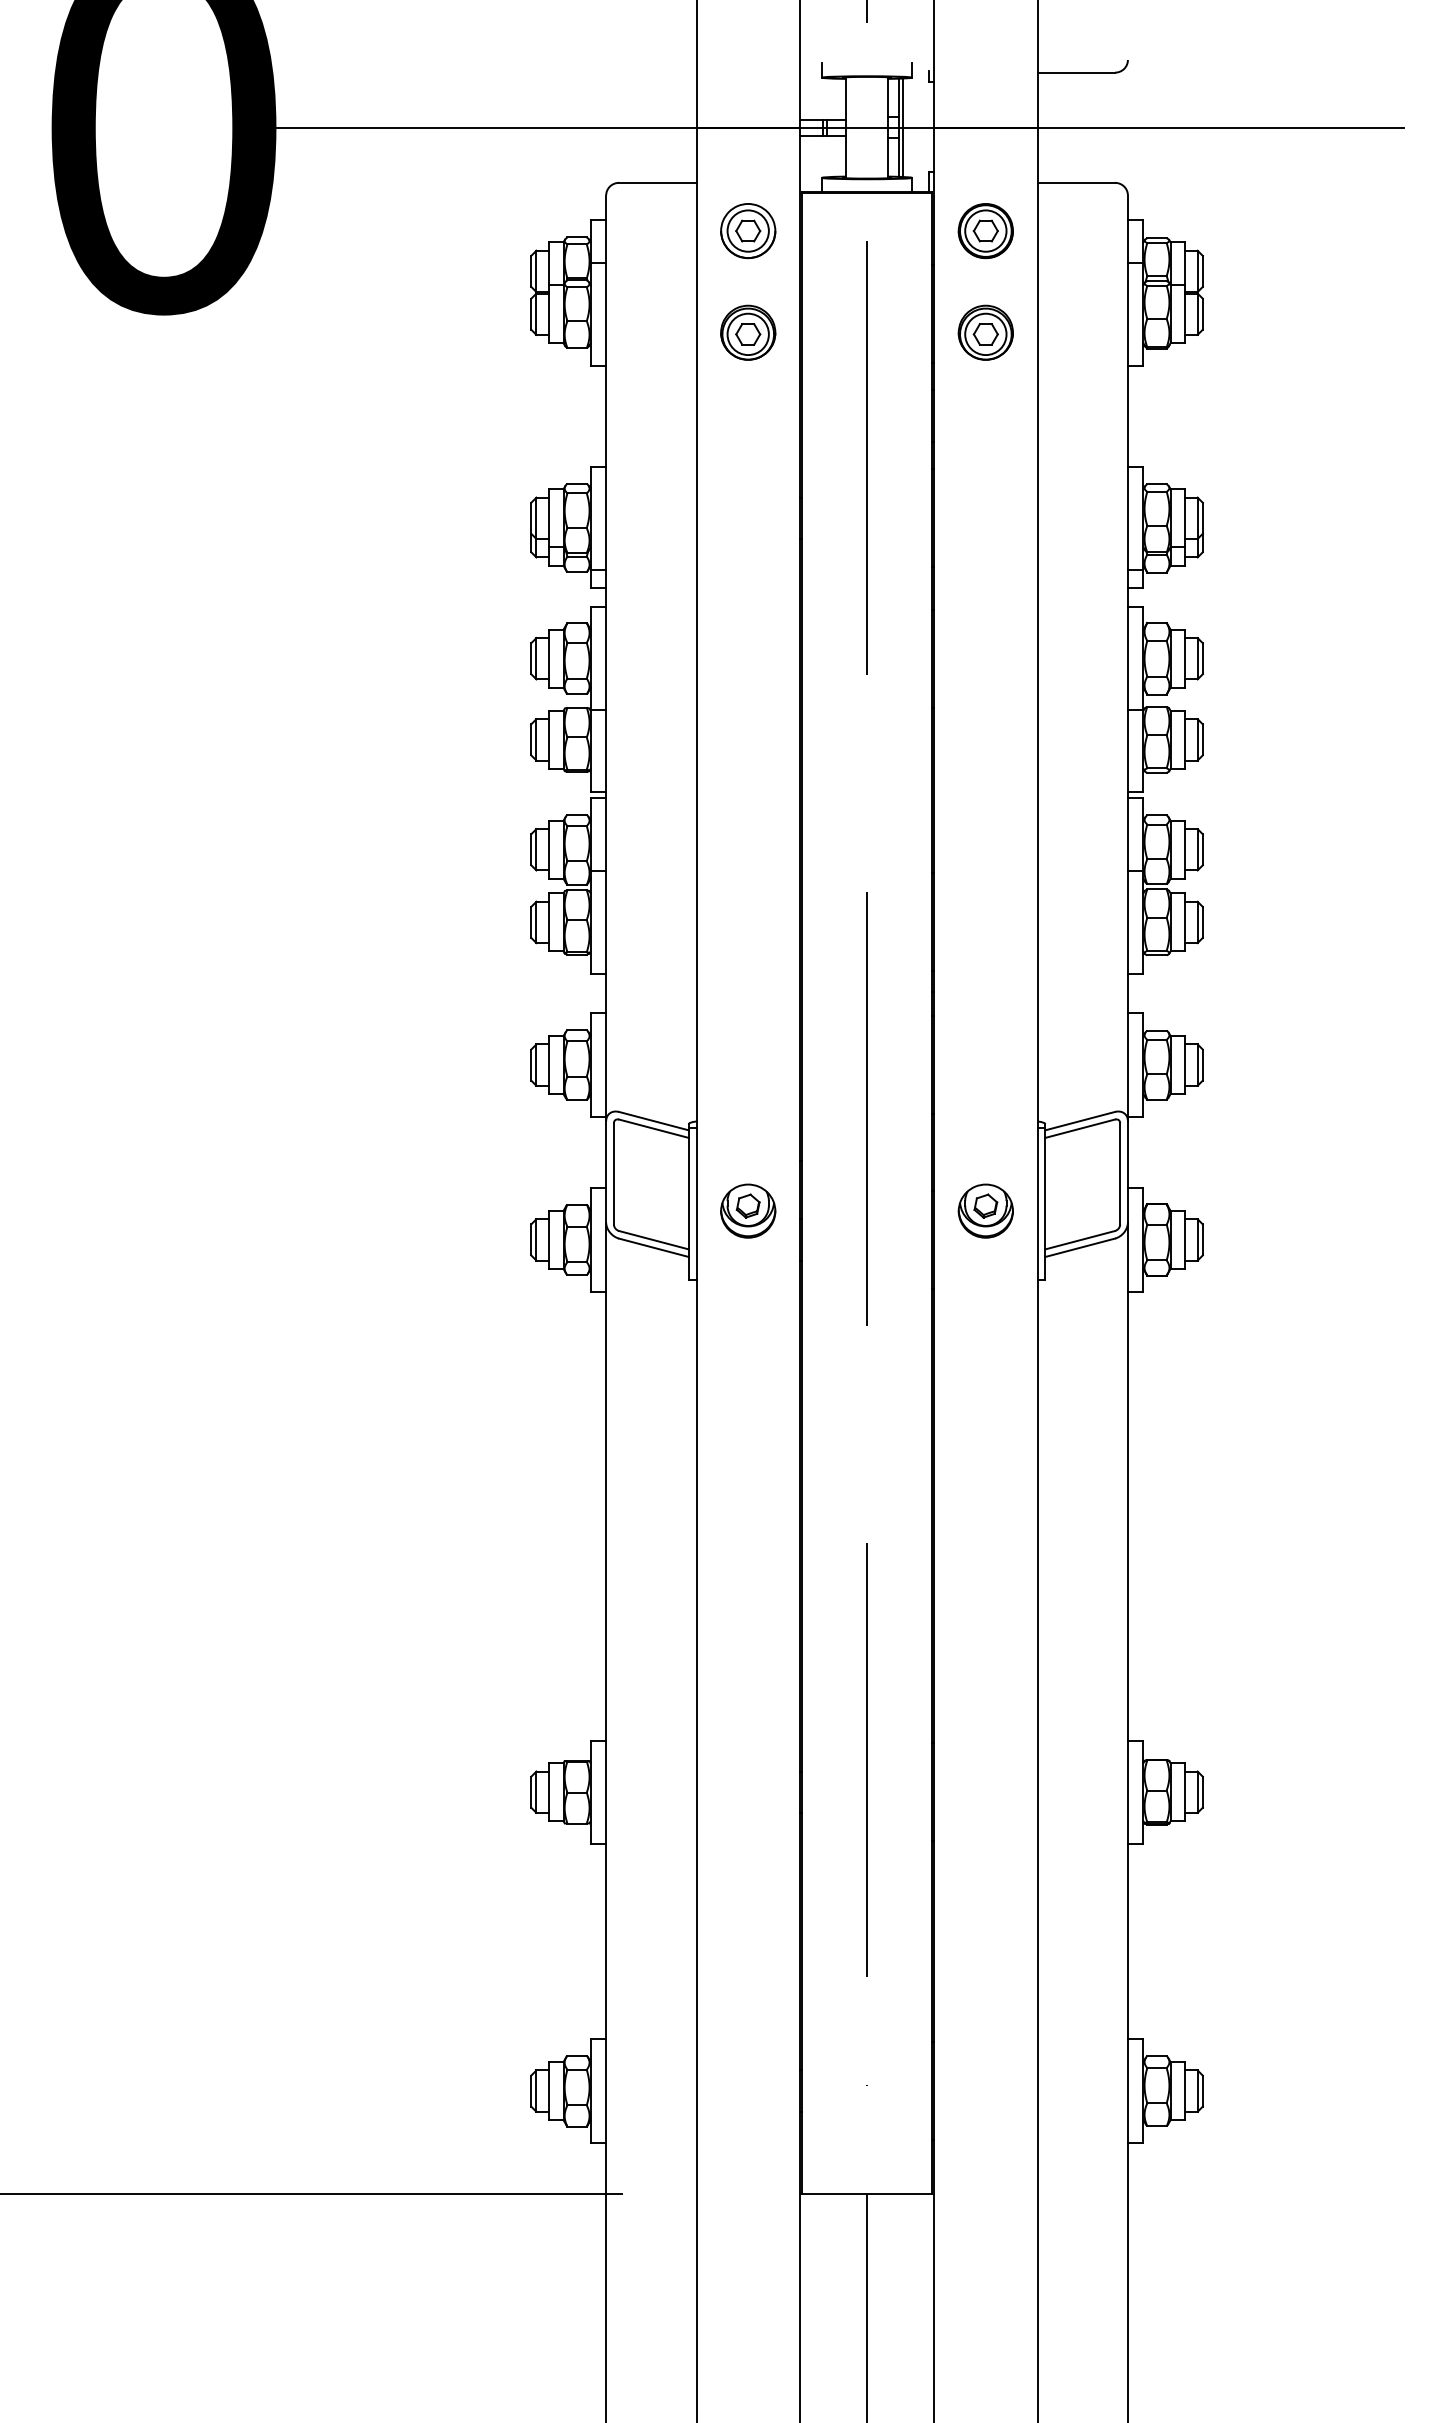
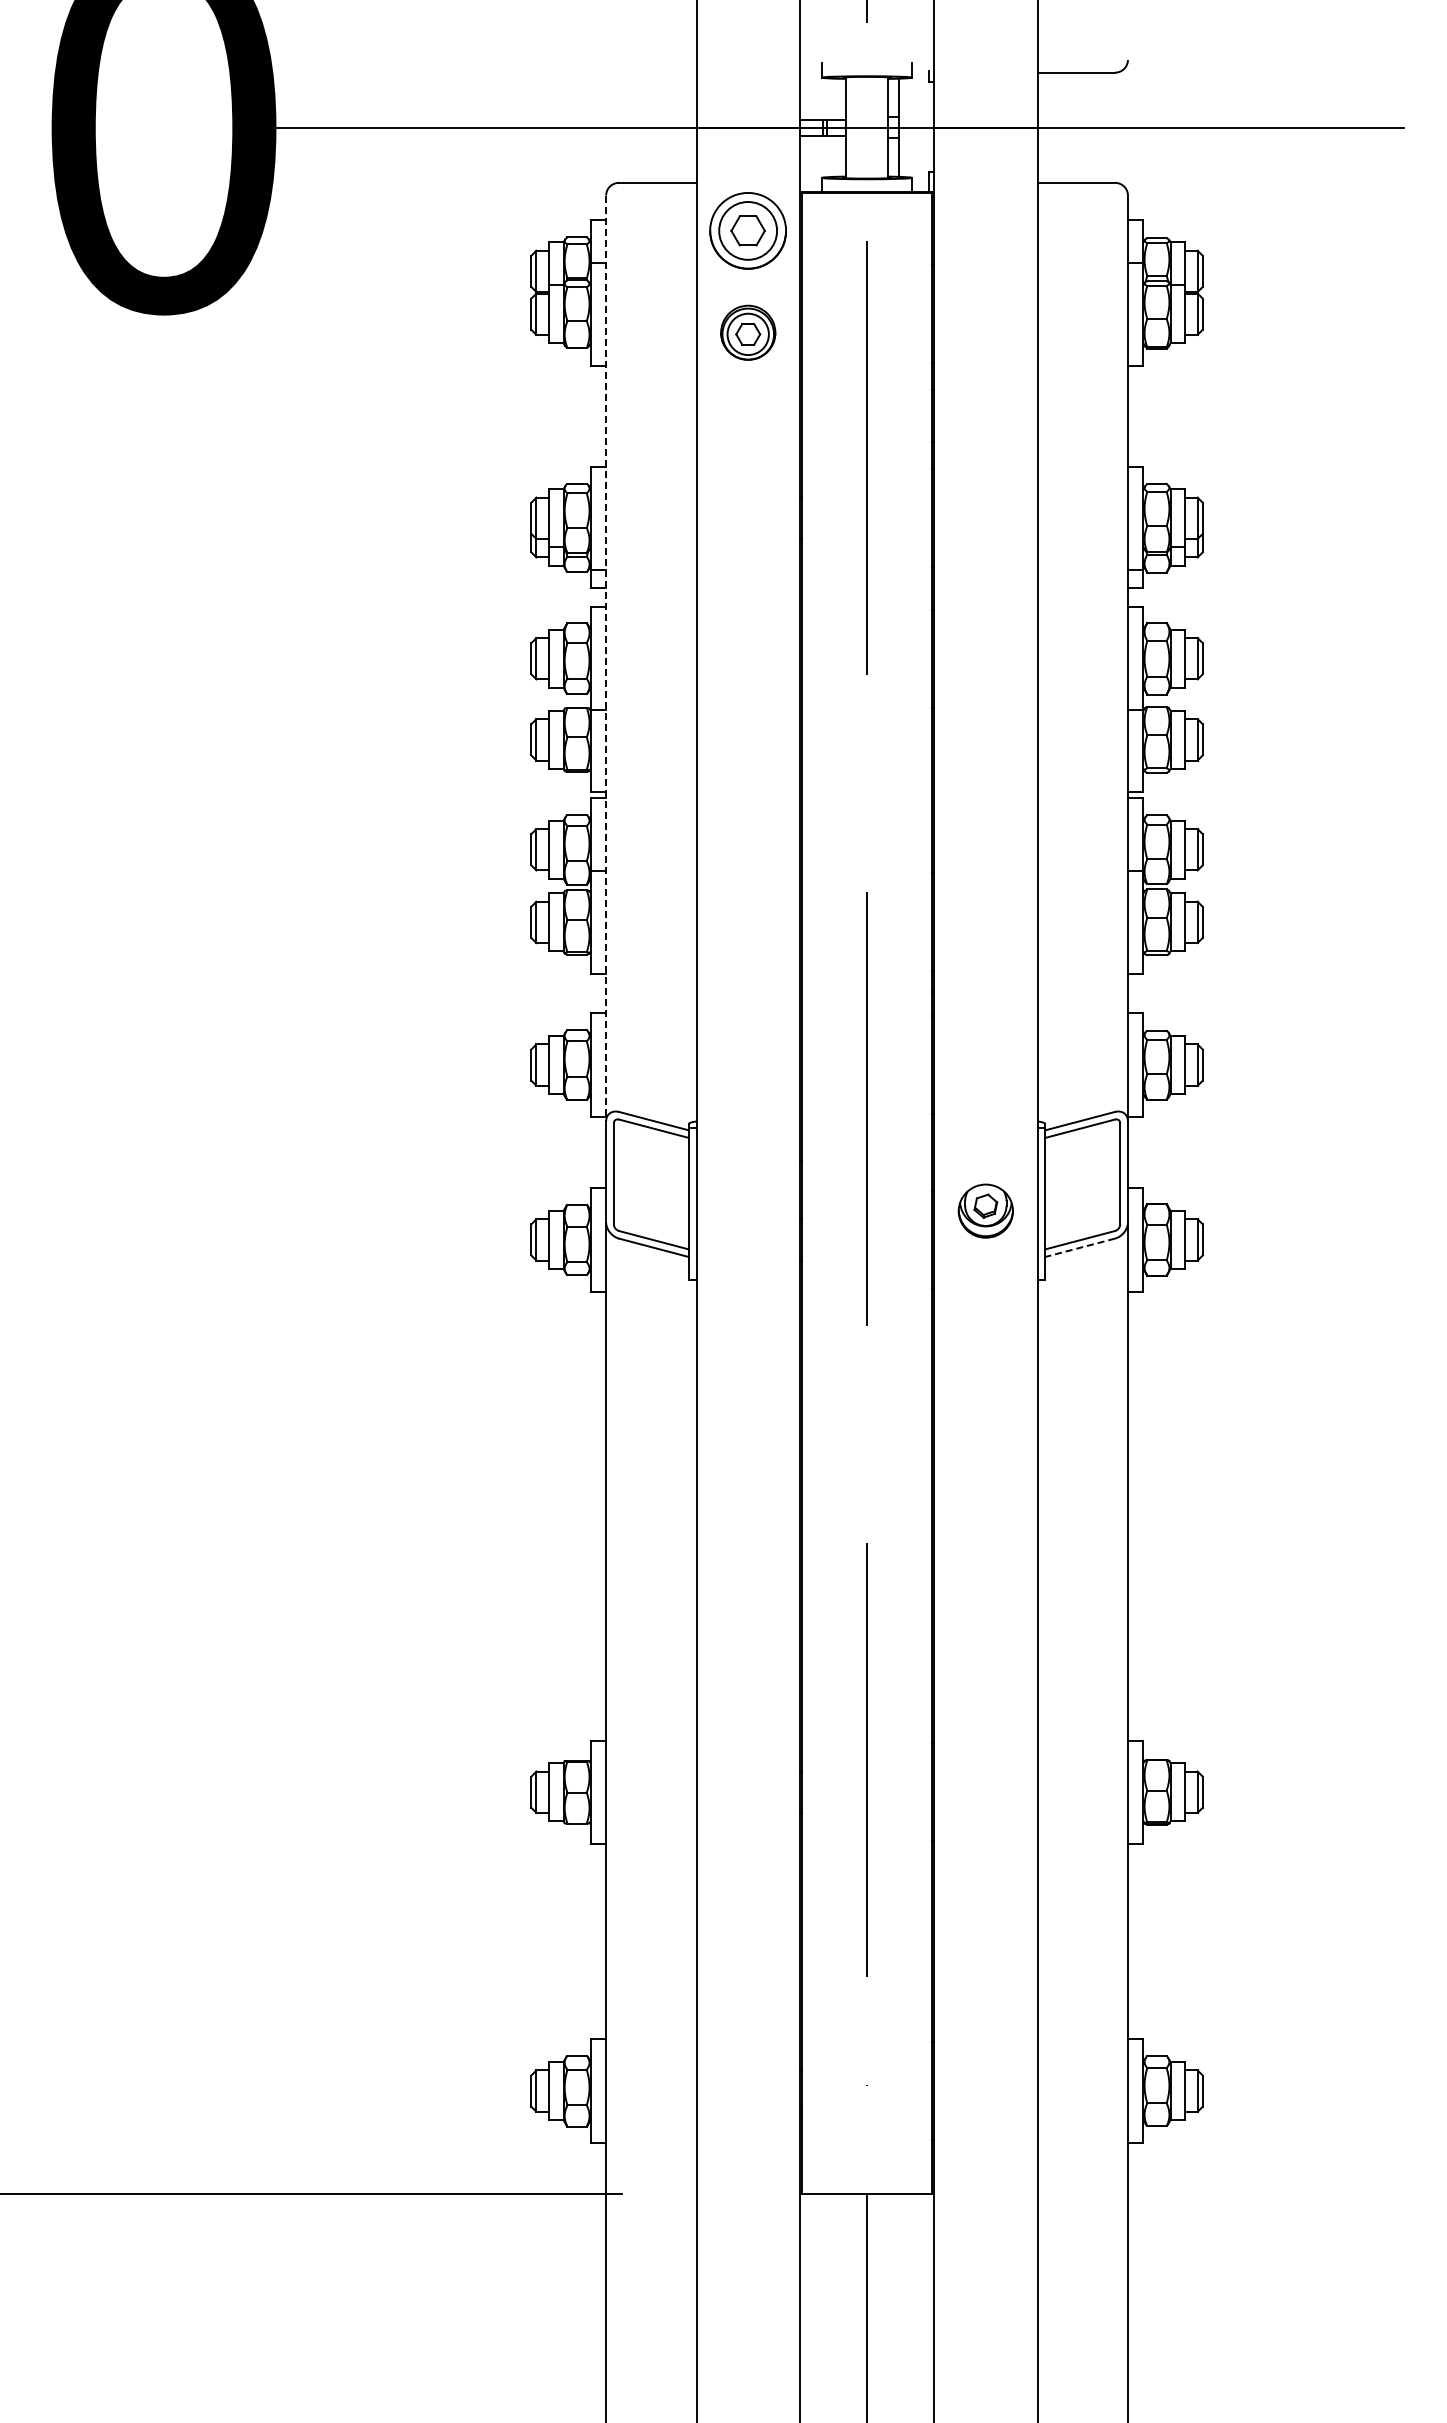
line at (903, 127): present -> none
part at (748, 231) size: 57x57 px -> 78x78 px
part at (985, 231): present -> none
part at (985, 332): present -> none
line at (606, 658): solid -> dashed
part at (748, 1210): present -> none
line at (1079, 1247): solid -> dashed
